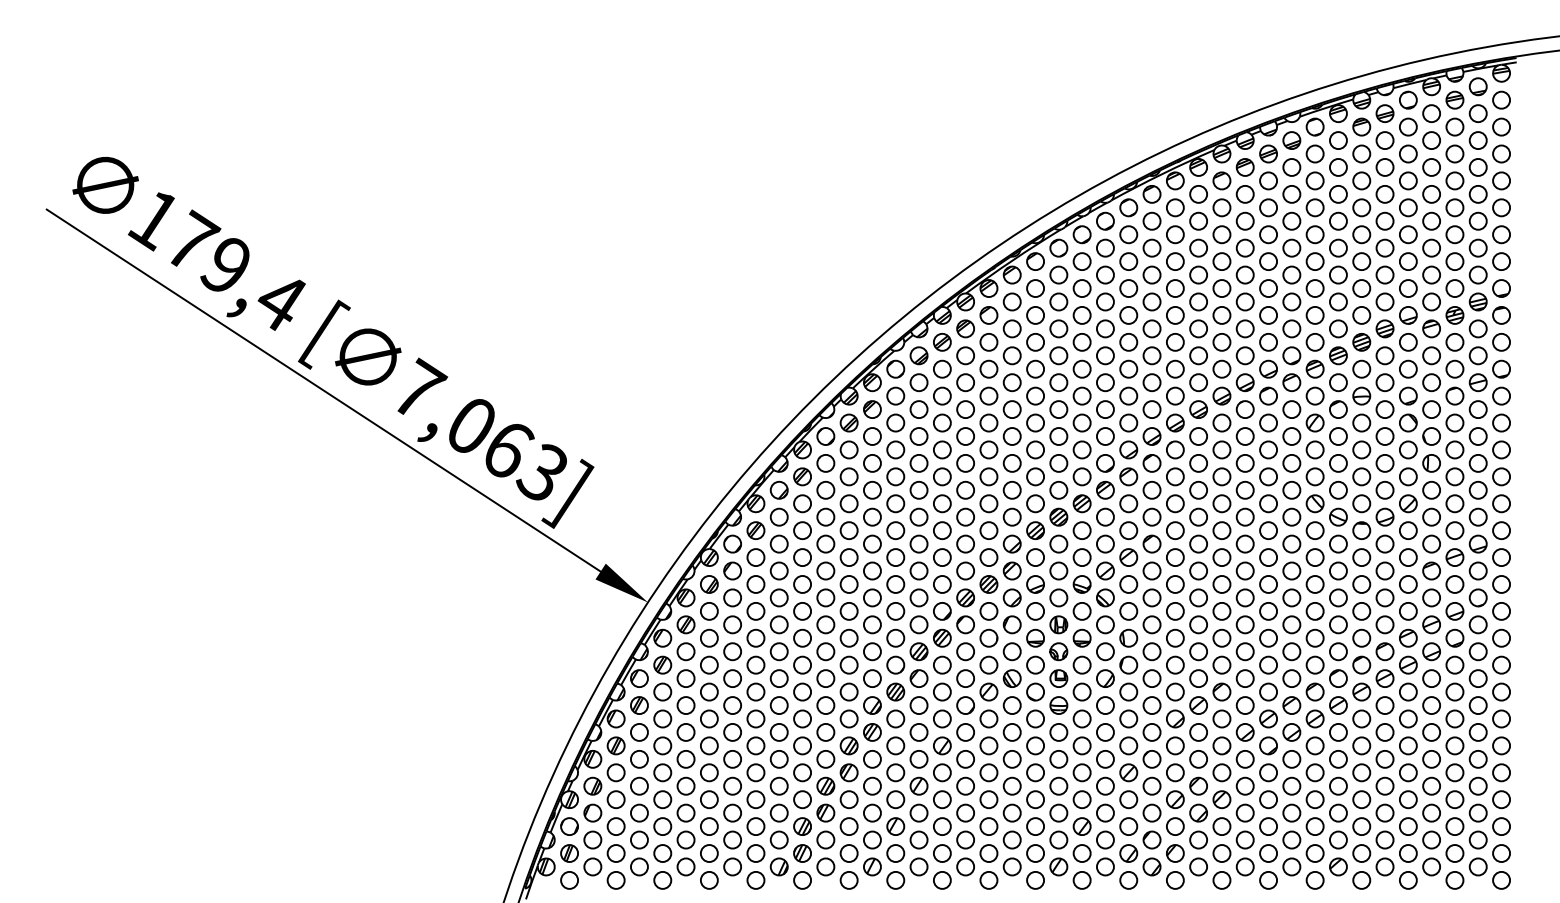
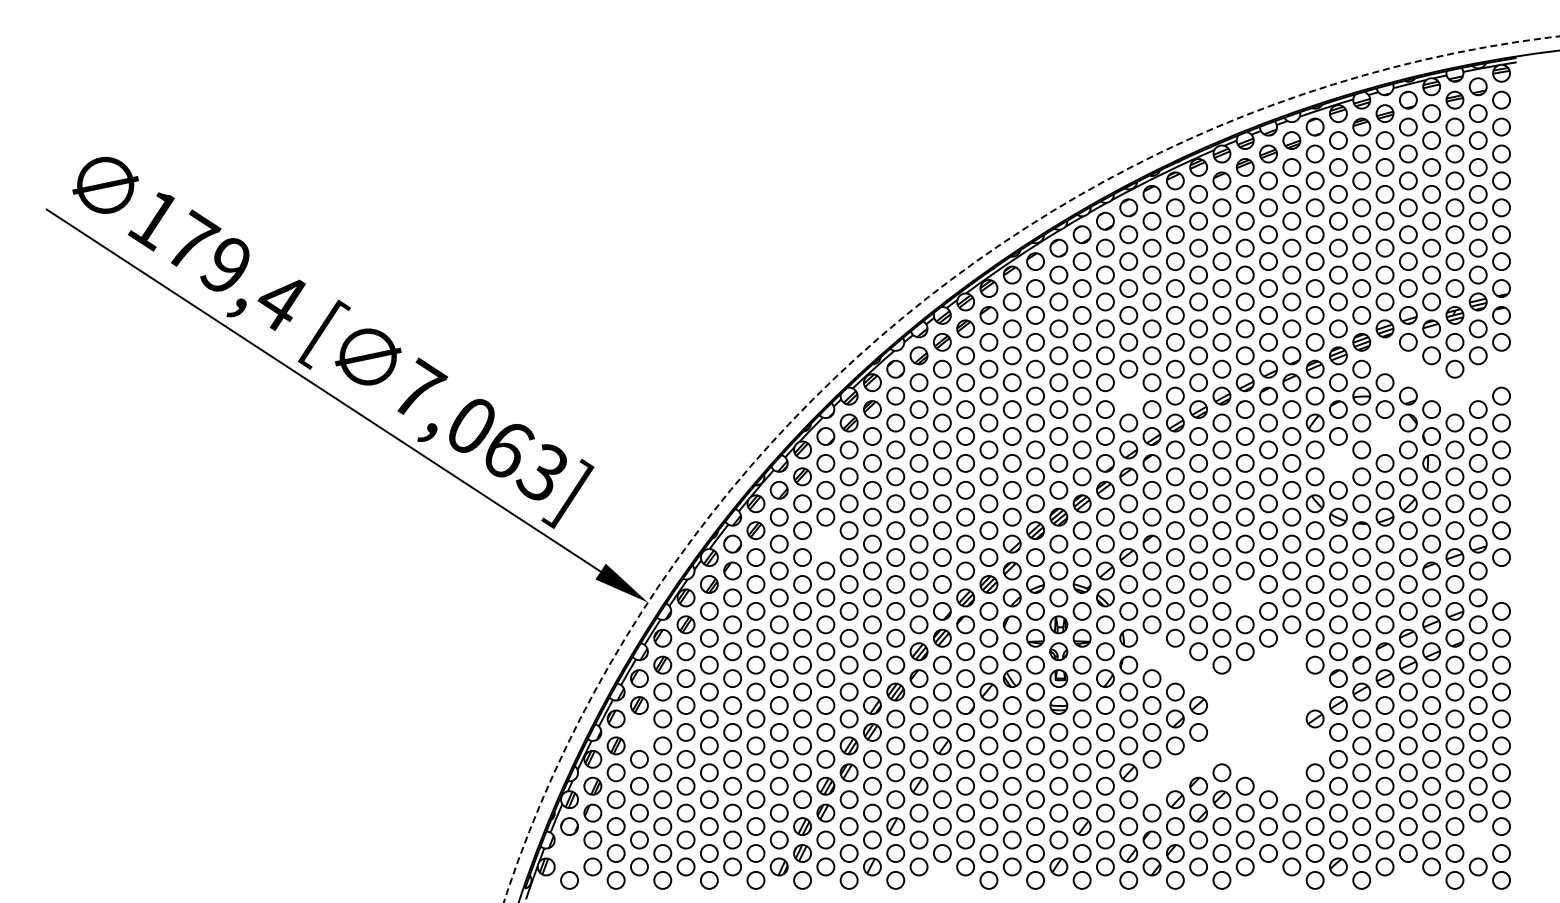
part at (1442, 375): present -> none
circle at (1128, 395): present -> none
circle at (1384, 436): present -> none
circle at (1338, 463): present -> none
circle at (1031, 469): solid -> dashed
circle at (825, 543): present -> none
circle at (1501, 584): present -> none
circle at (1244, 597): present -> none
part at (1233, 718): present -> none
circle at (639, 732): present -> none
circle at (1477, 839): present -> none
part at (569, 853): present -> none
circle at (942, 880): present -> none
circle at (1268, 880): present -> none
circle at (1408, 880): present -> none
